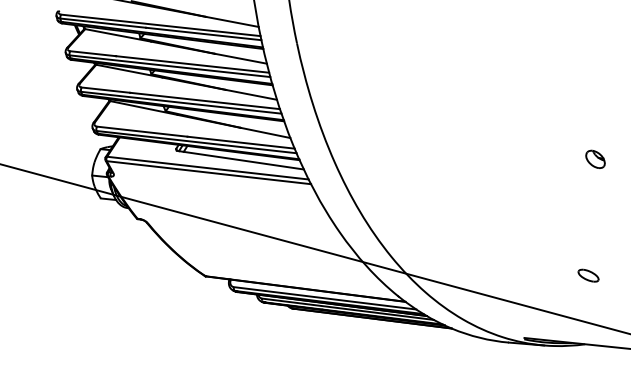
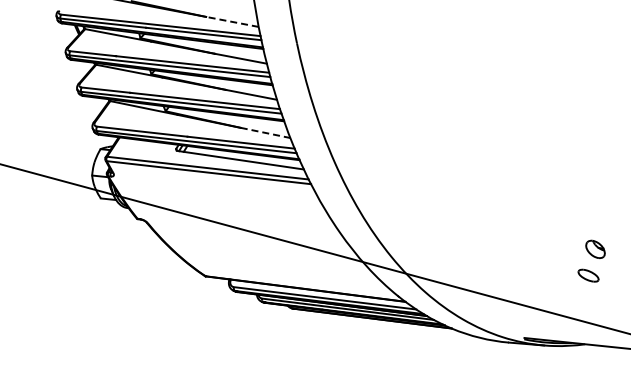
line at (232, 21): solid -> dashed
line at (266, 133): solid -> dashed
part at (595, 158) position: (595, 158) -> (595, 248)
